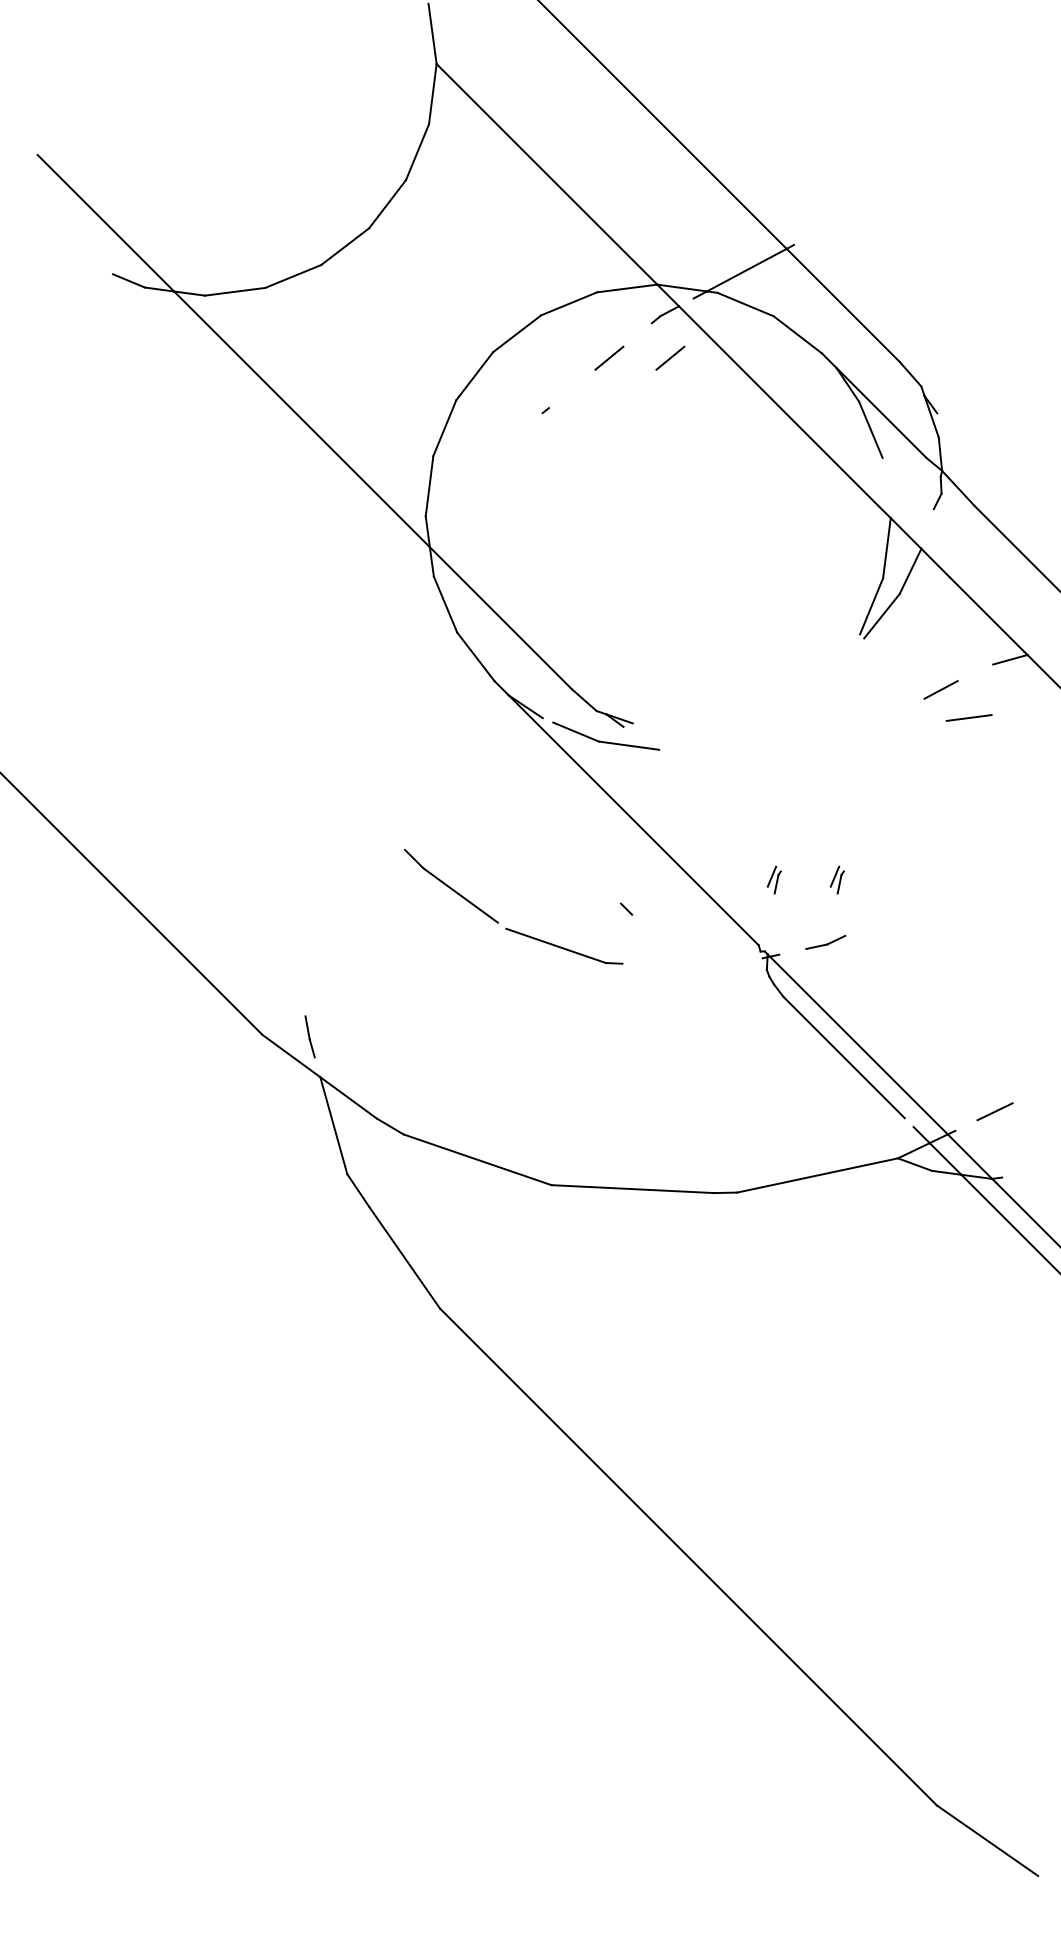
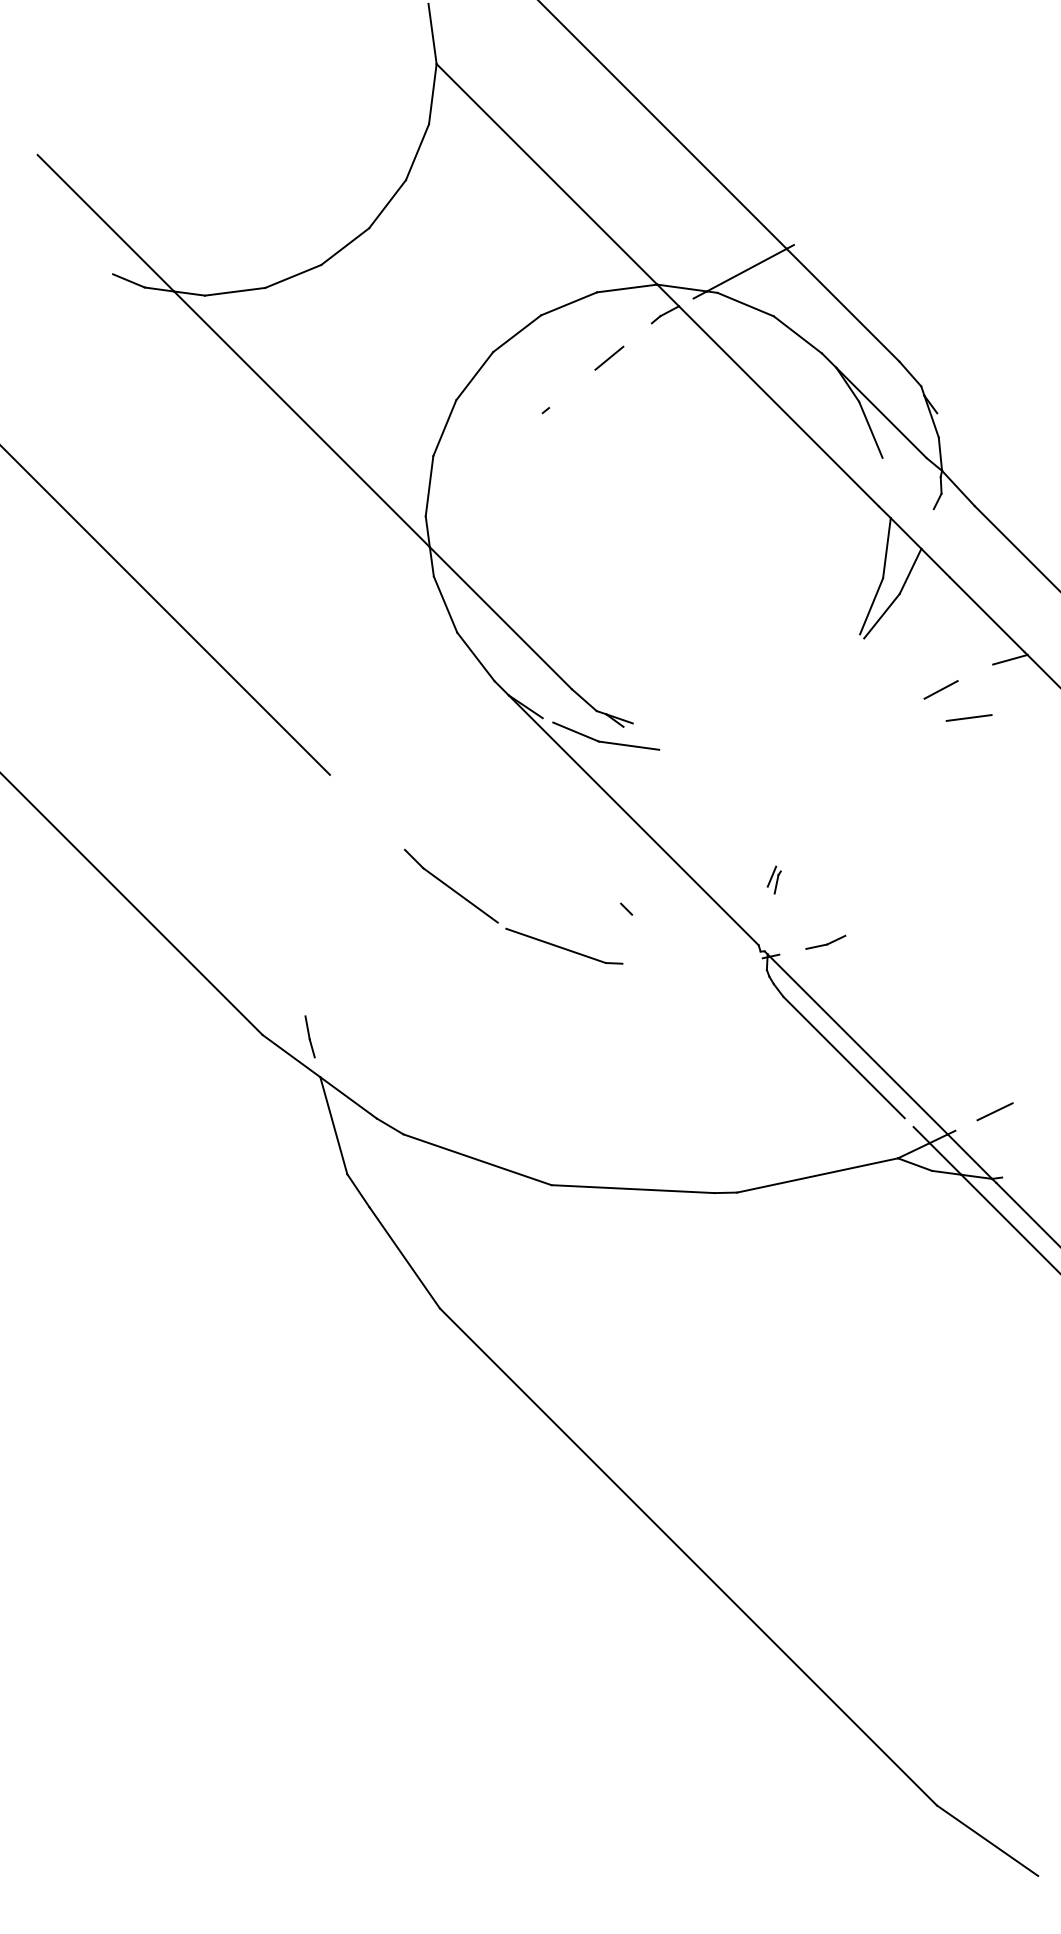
line at (670, 357): present -> none
line at (165, 610): none -> present
part at (836, 879): present -> none
